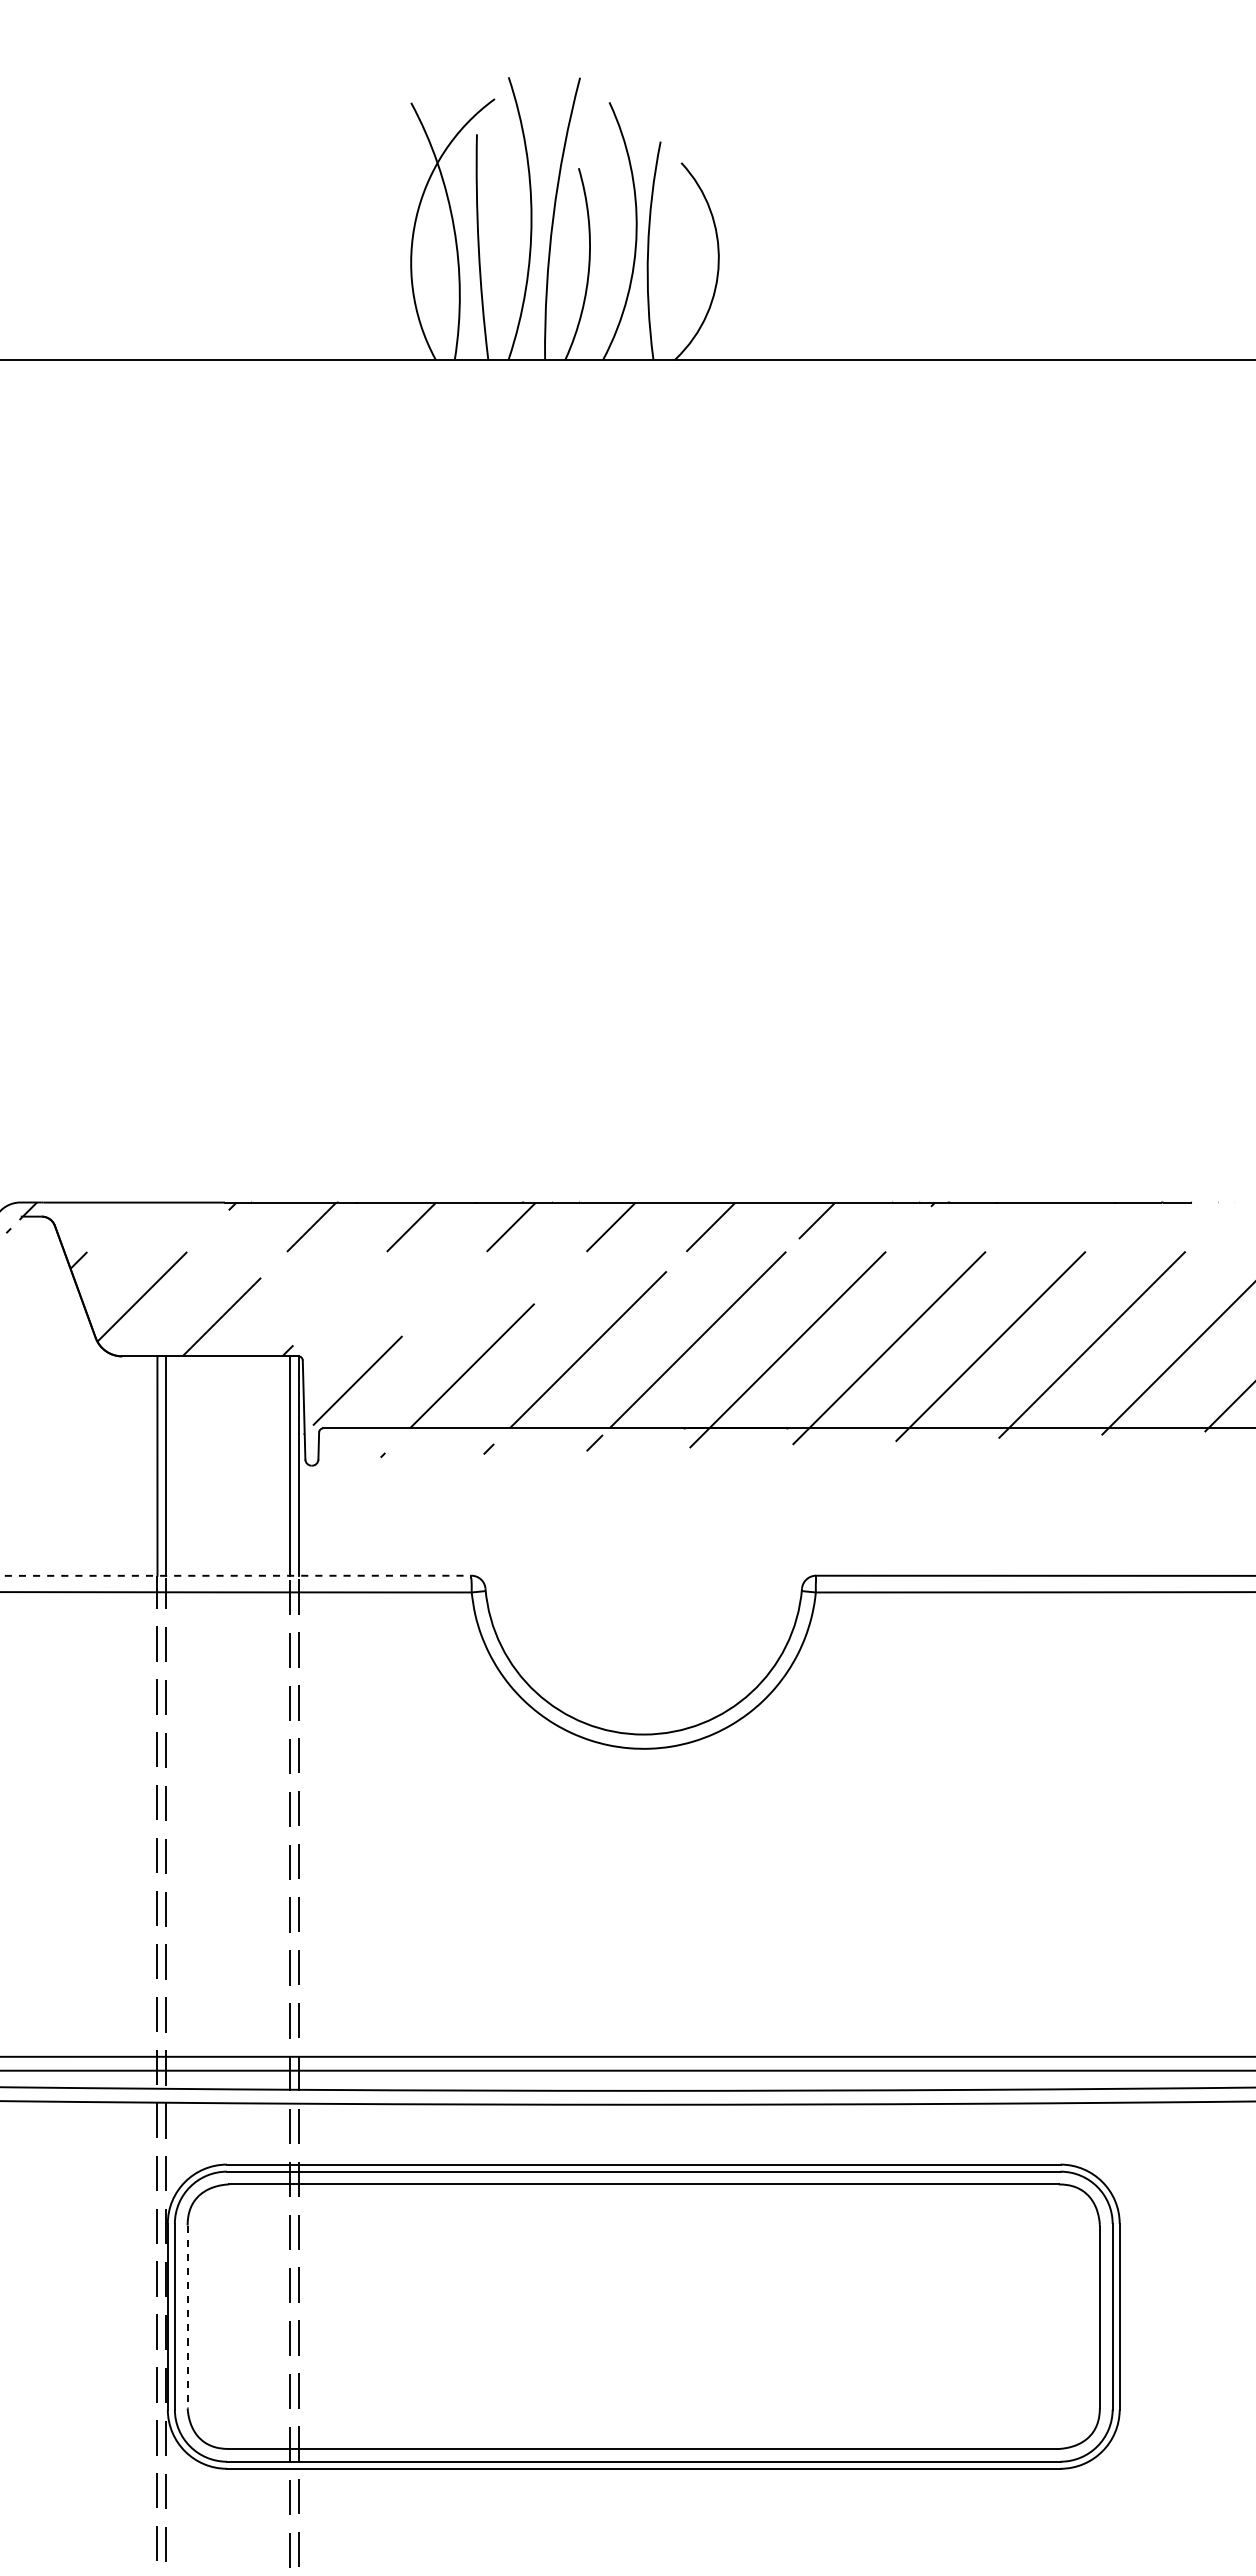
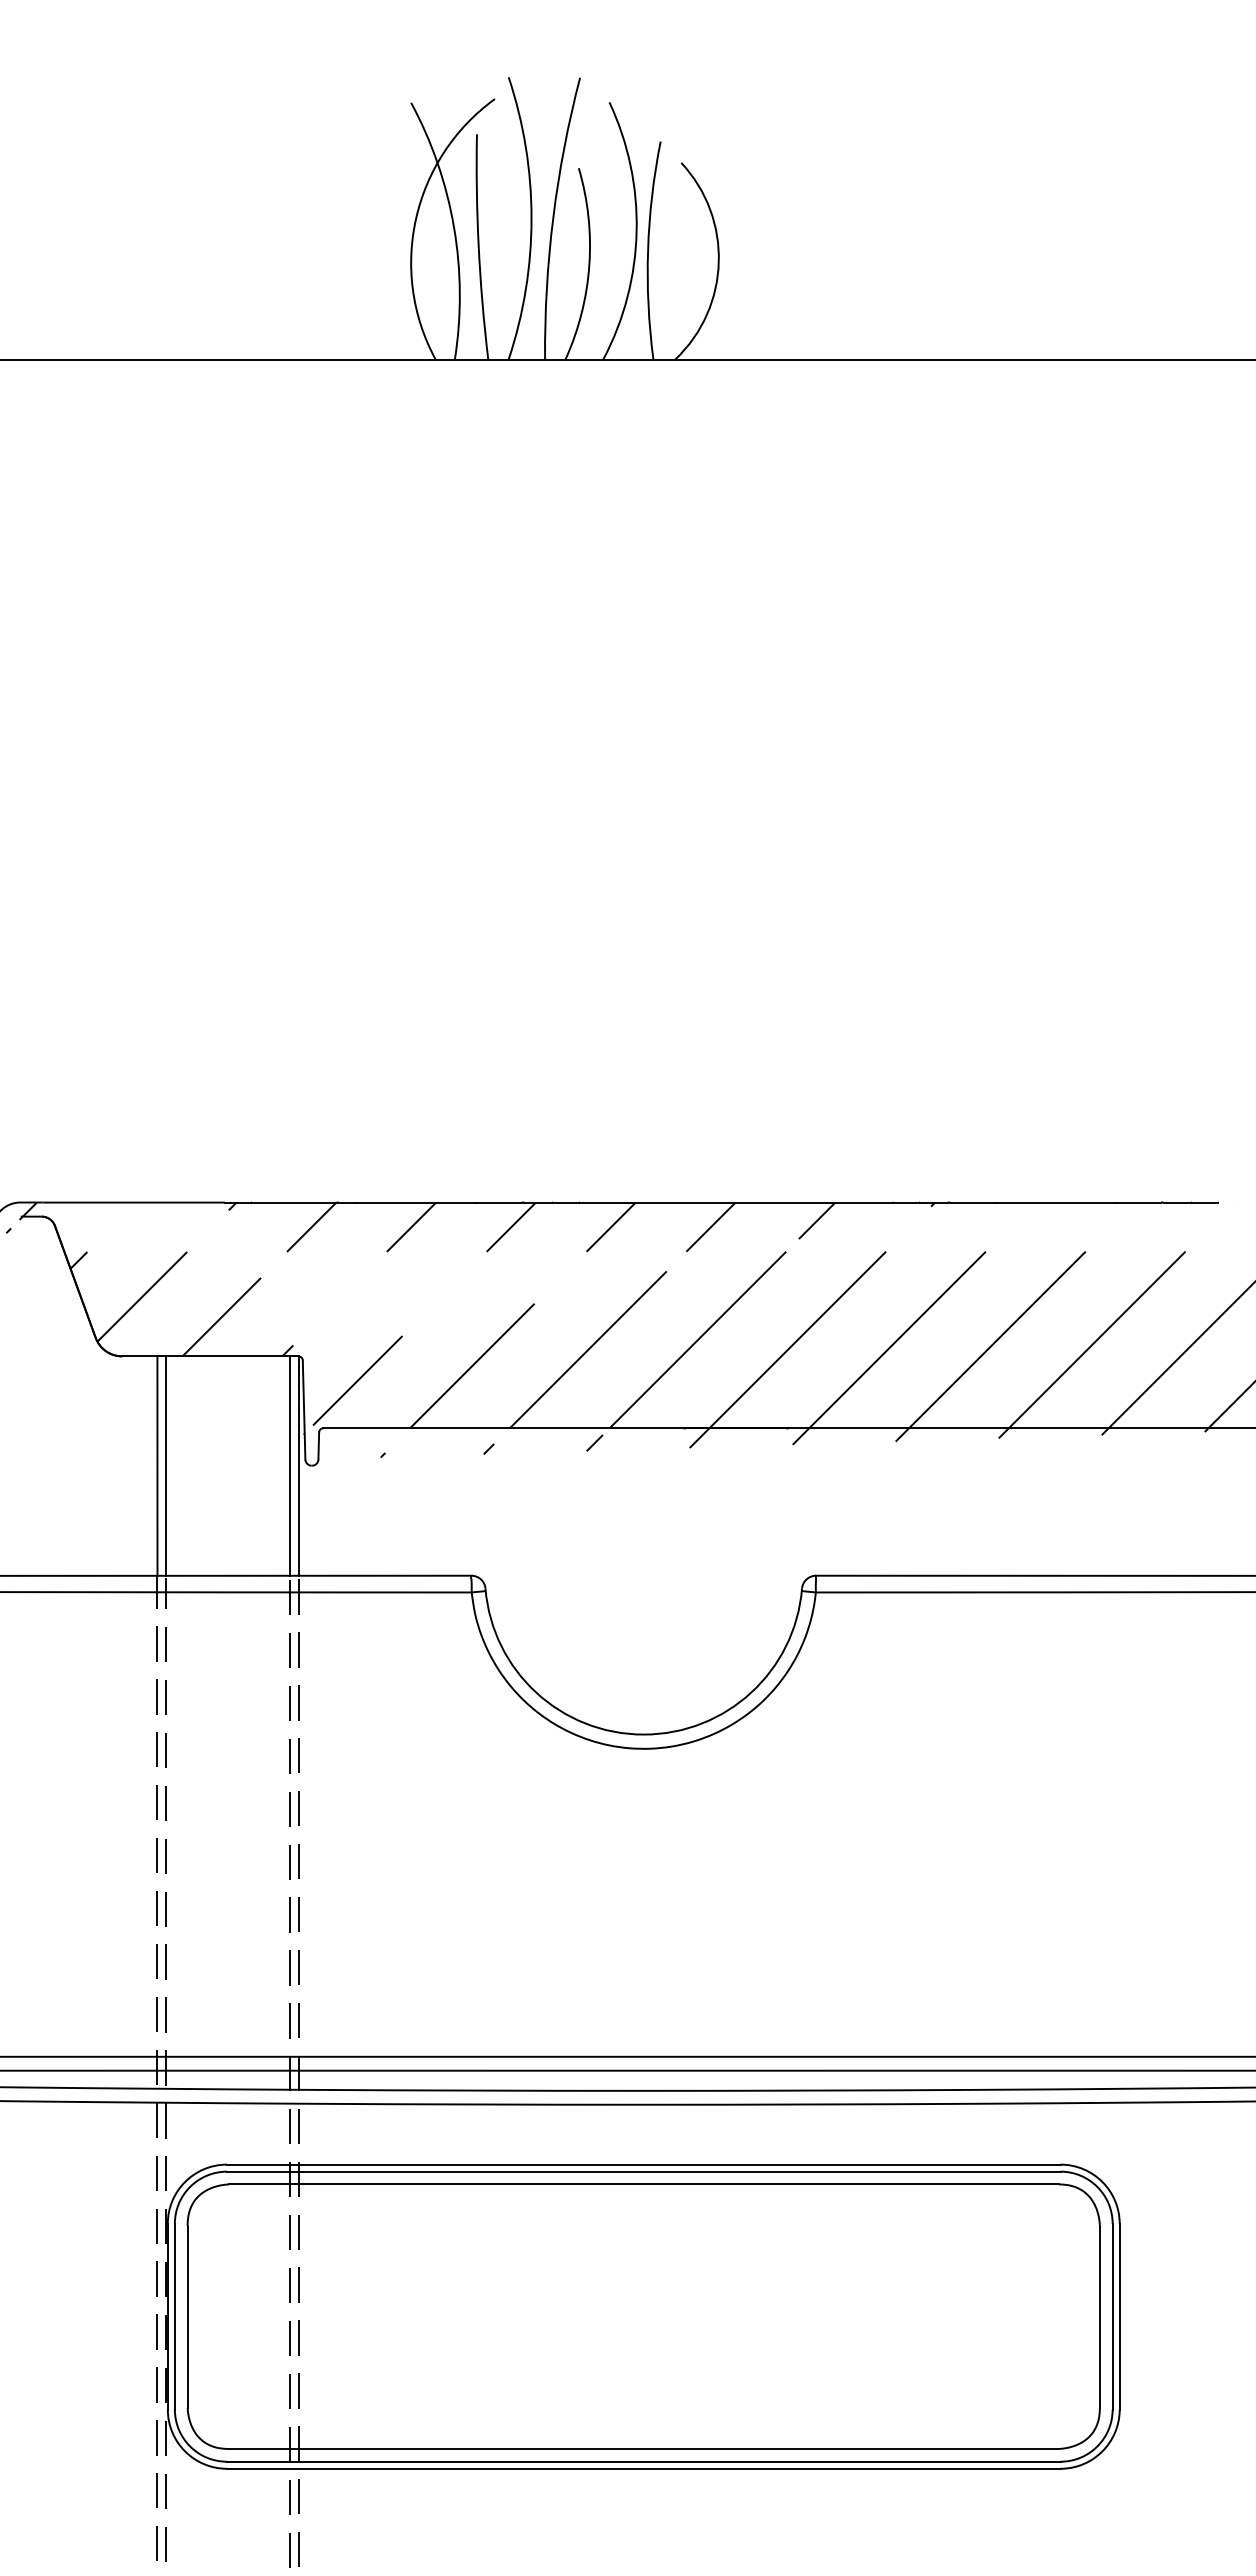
line at (1205, 1202): none -> present
line at (236, 1575): dashed -> solid
line at (187, 2317): dashed -> solid
